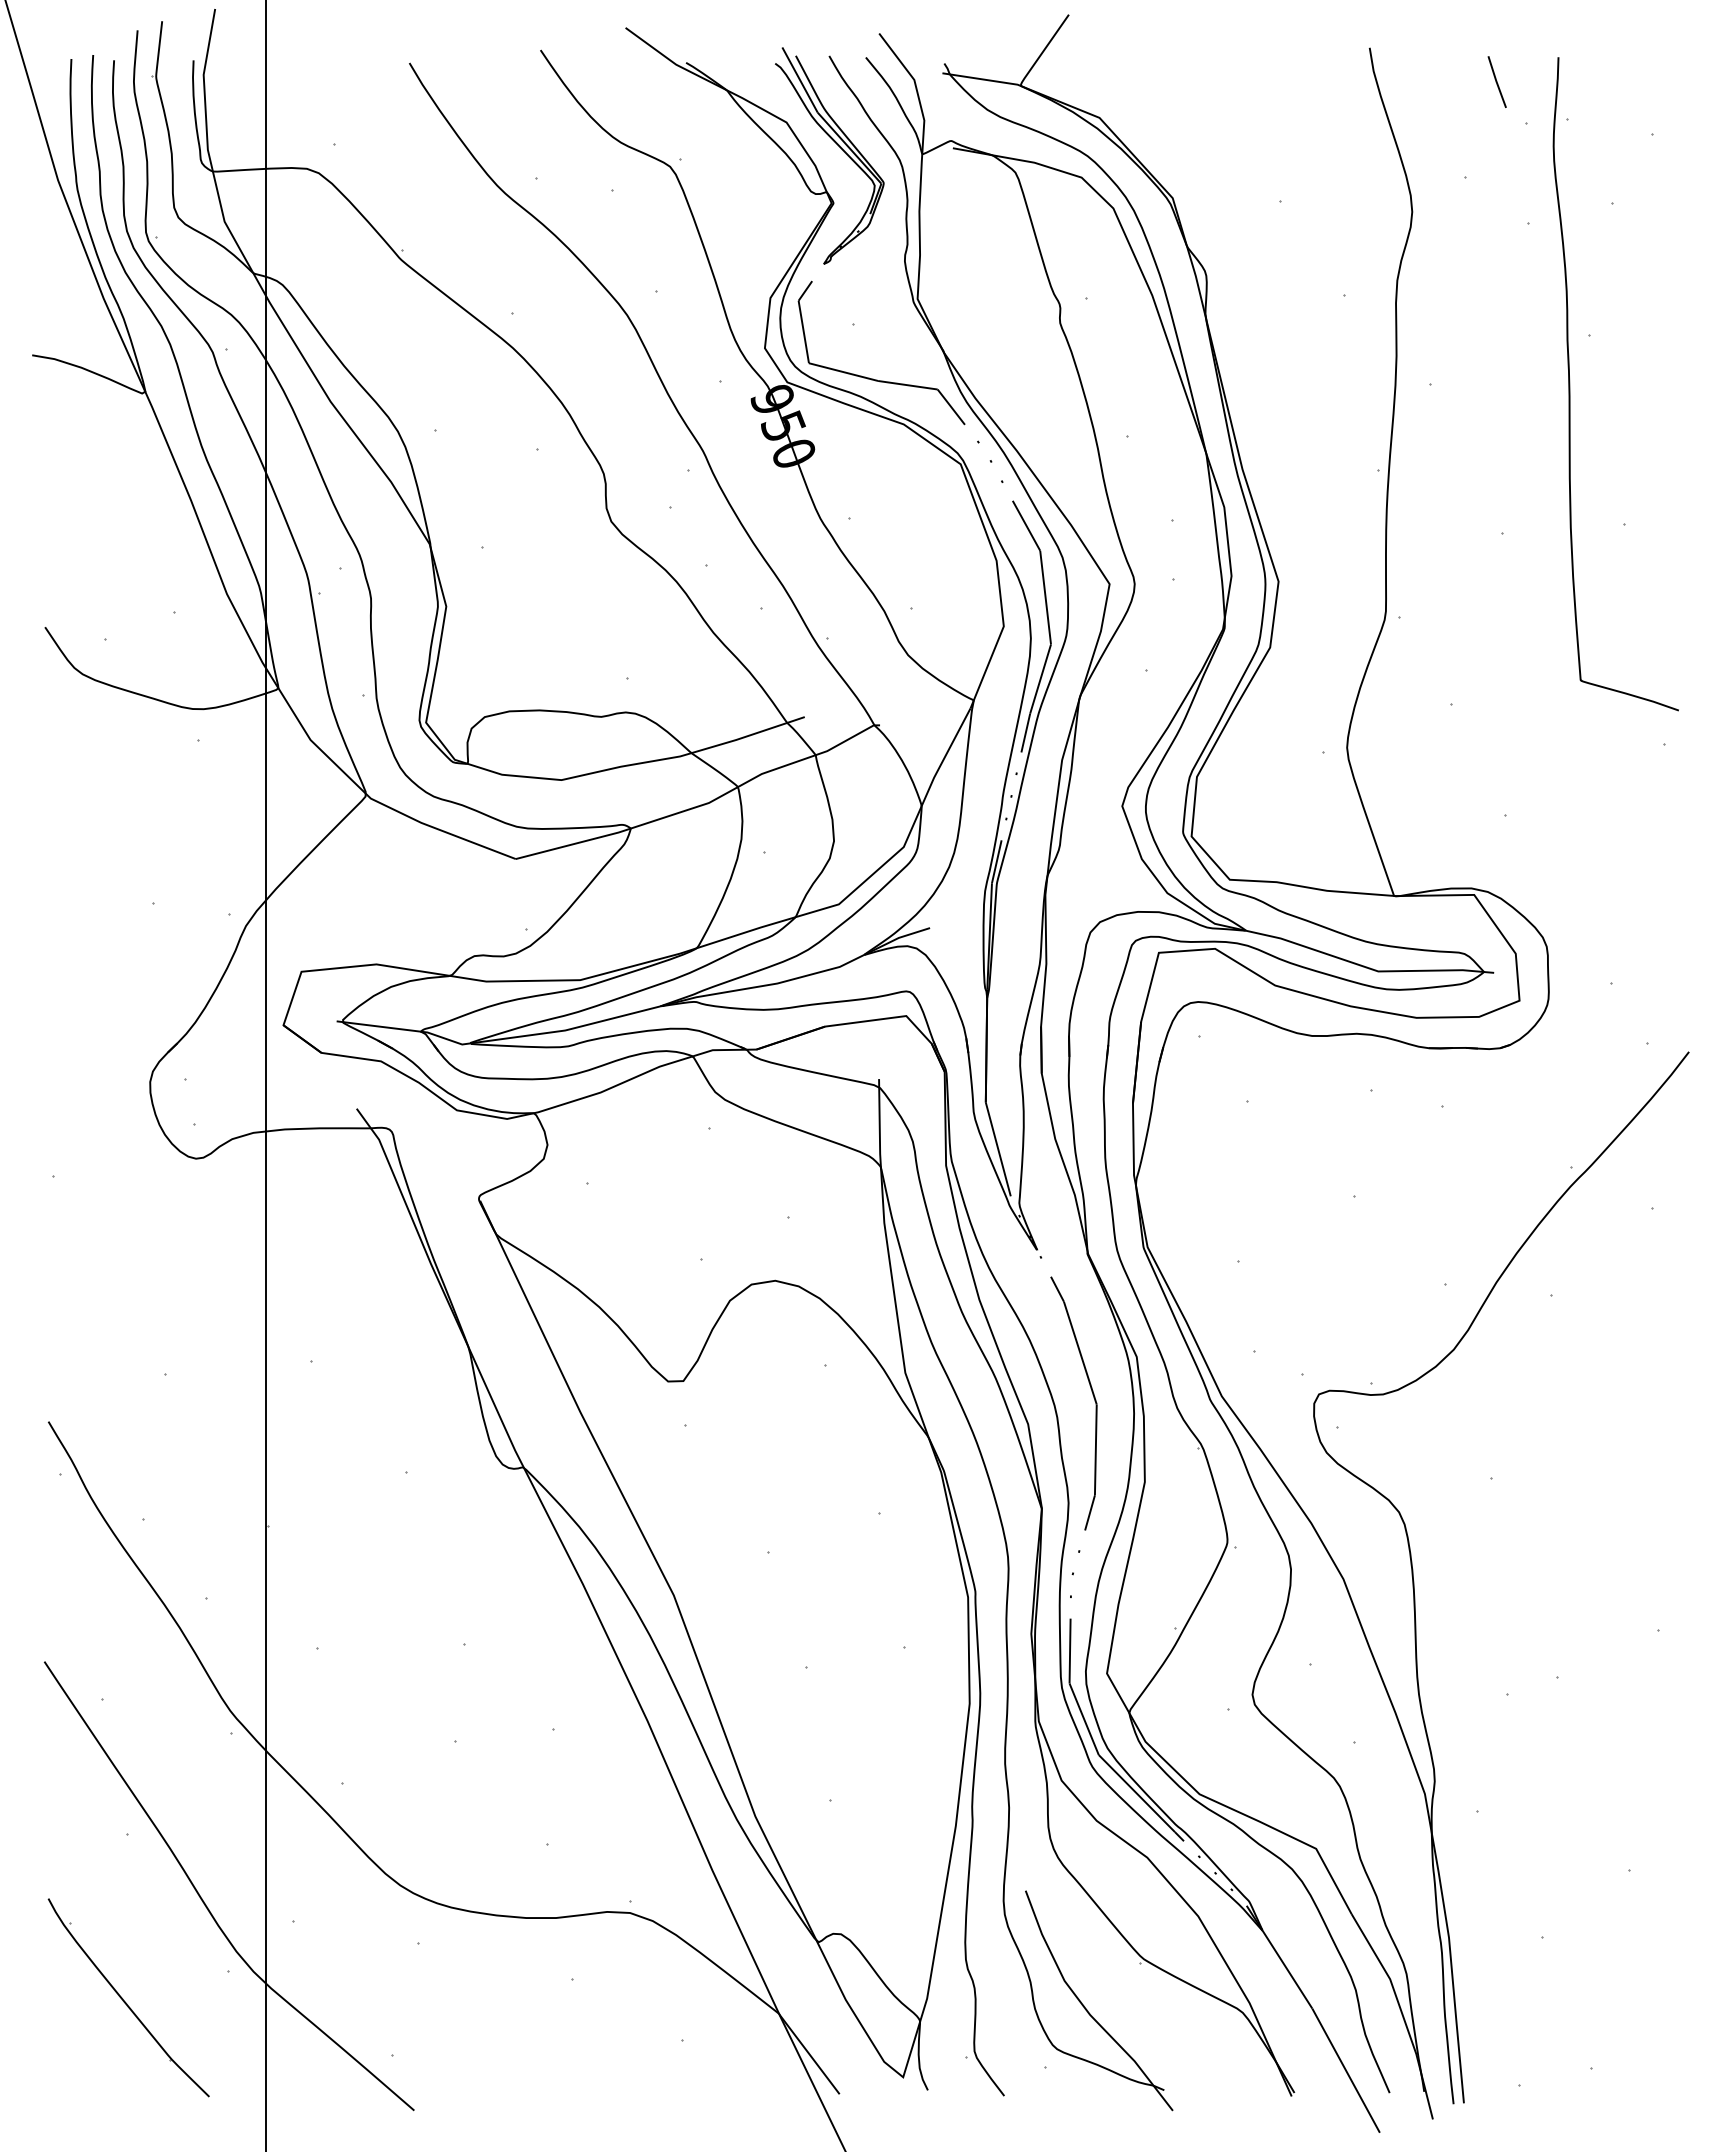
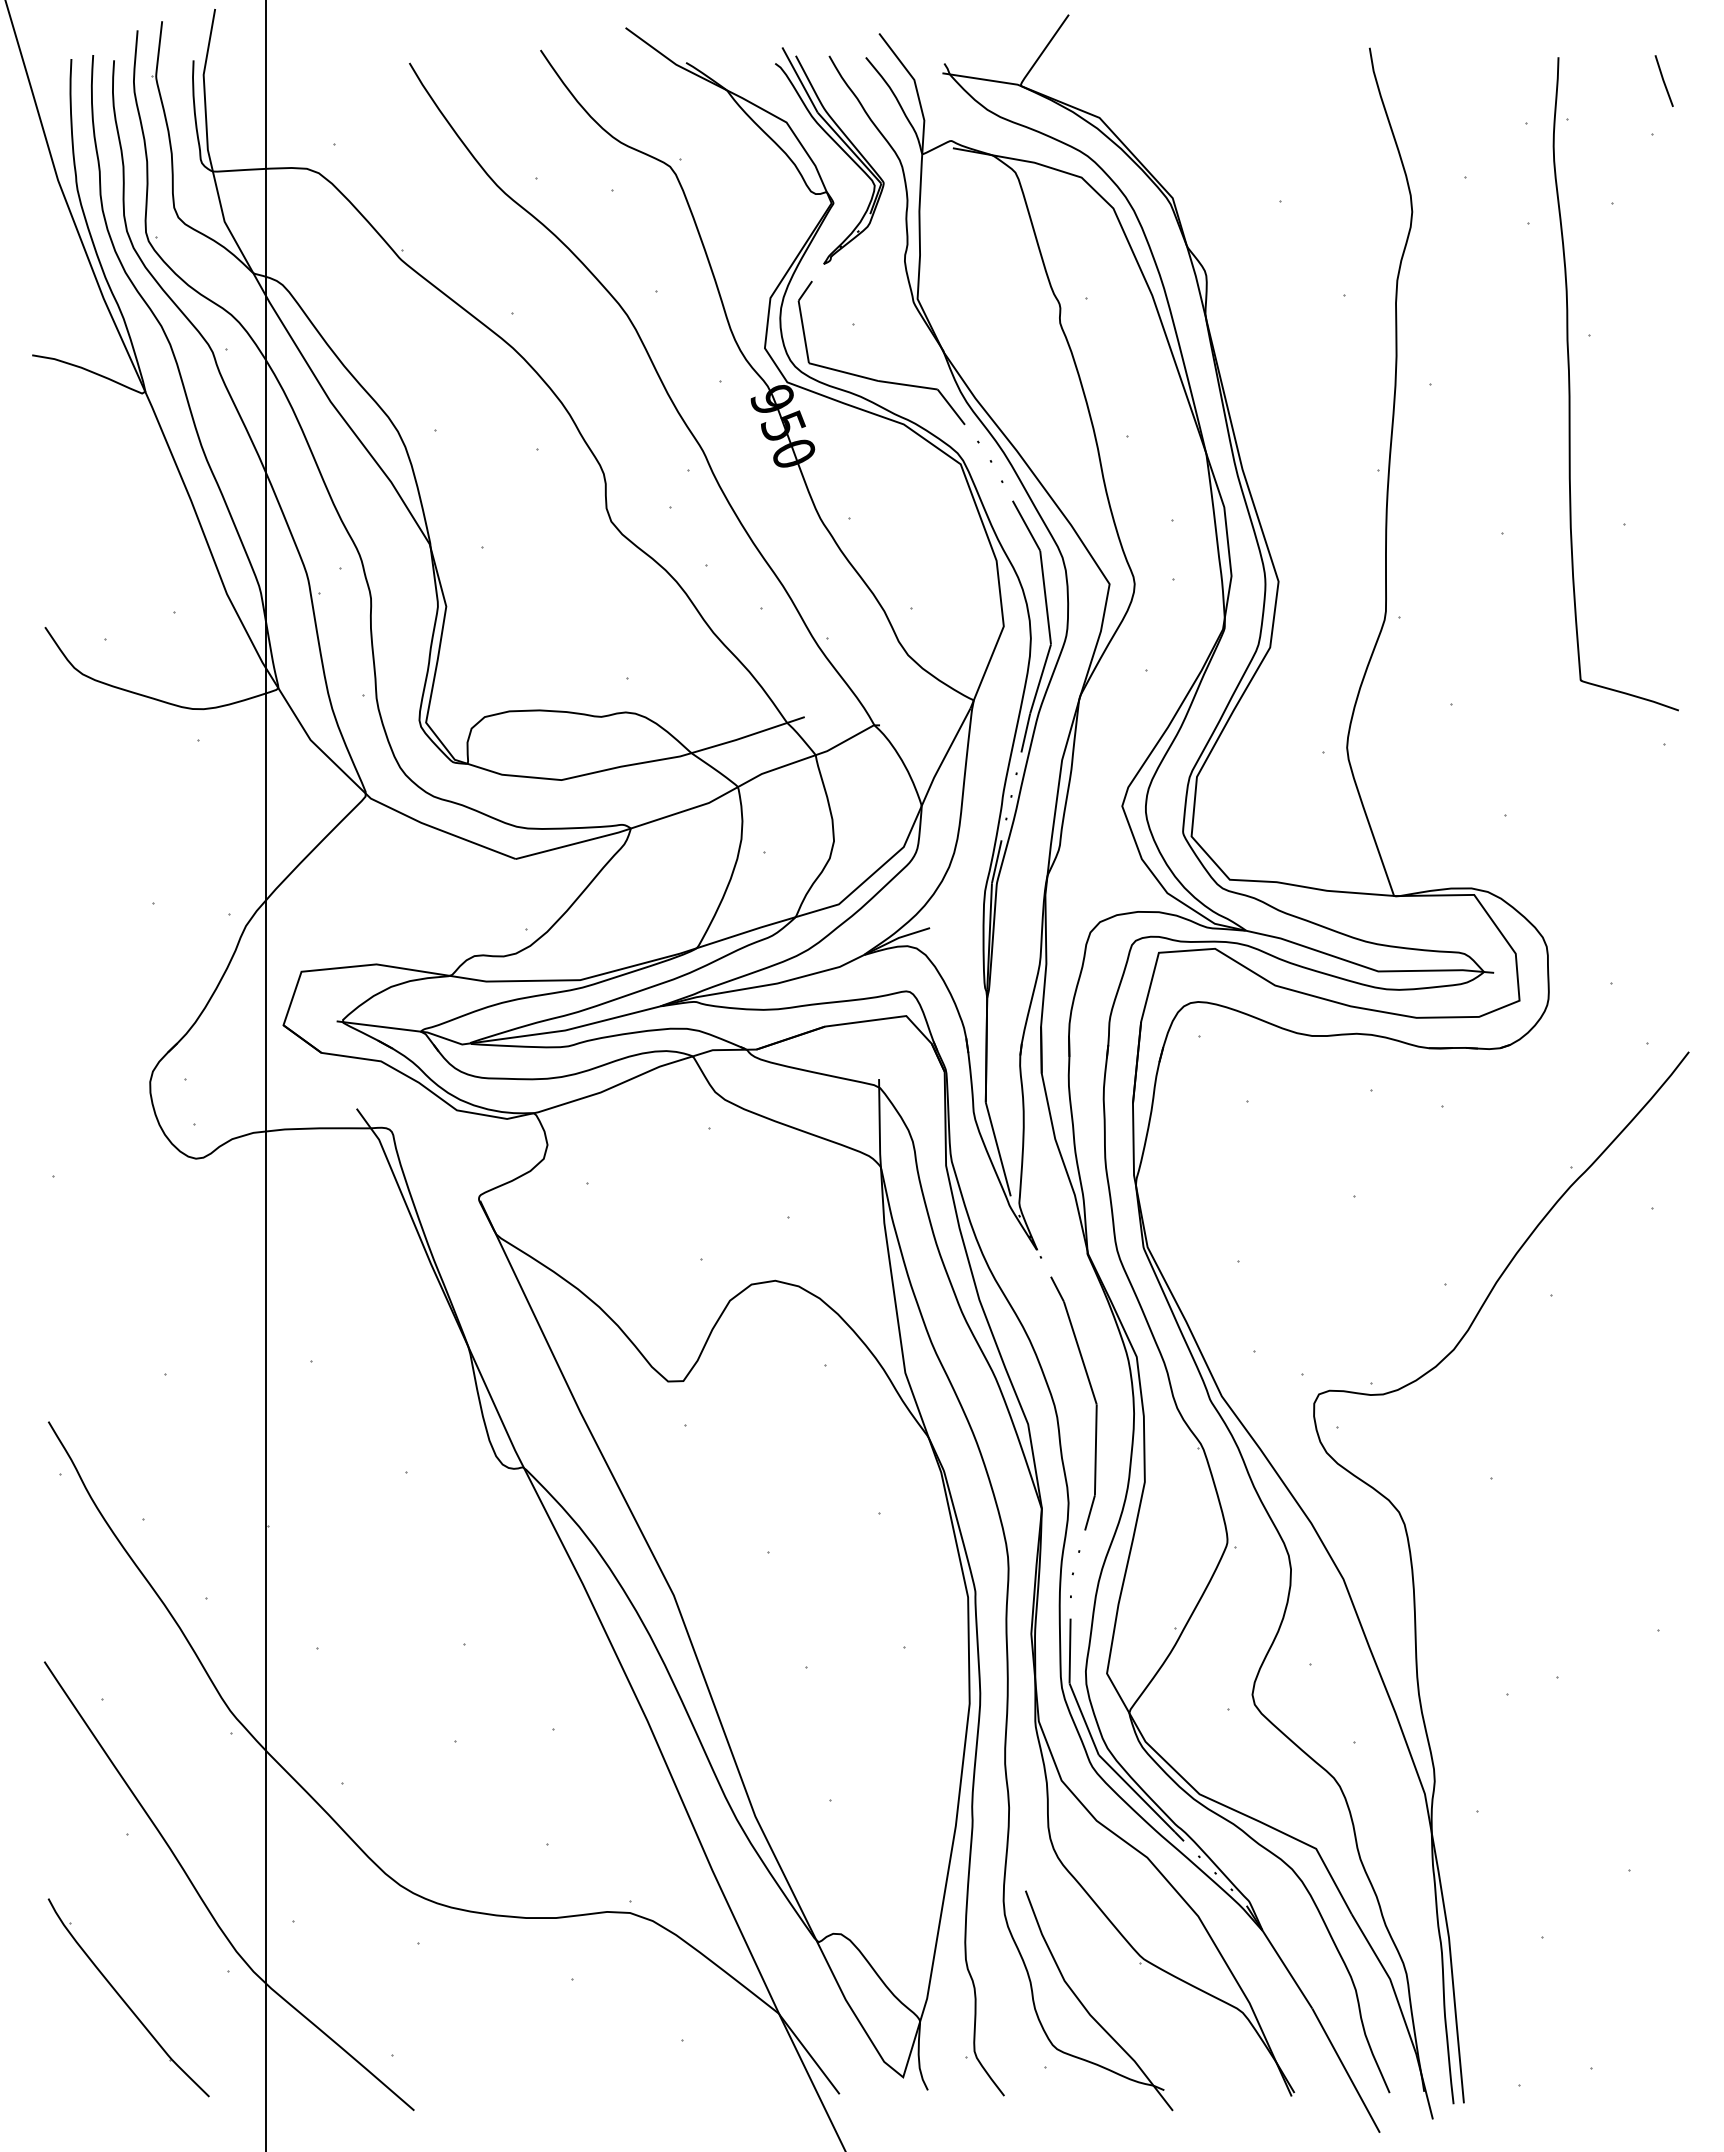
line at (1496, 81) position: (1496, 81) -> (1663, 80)
